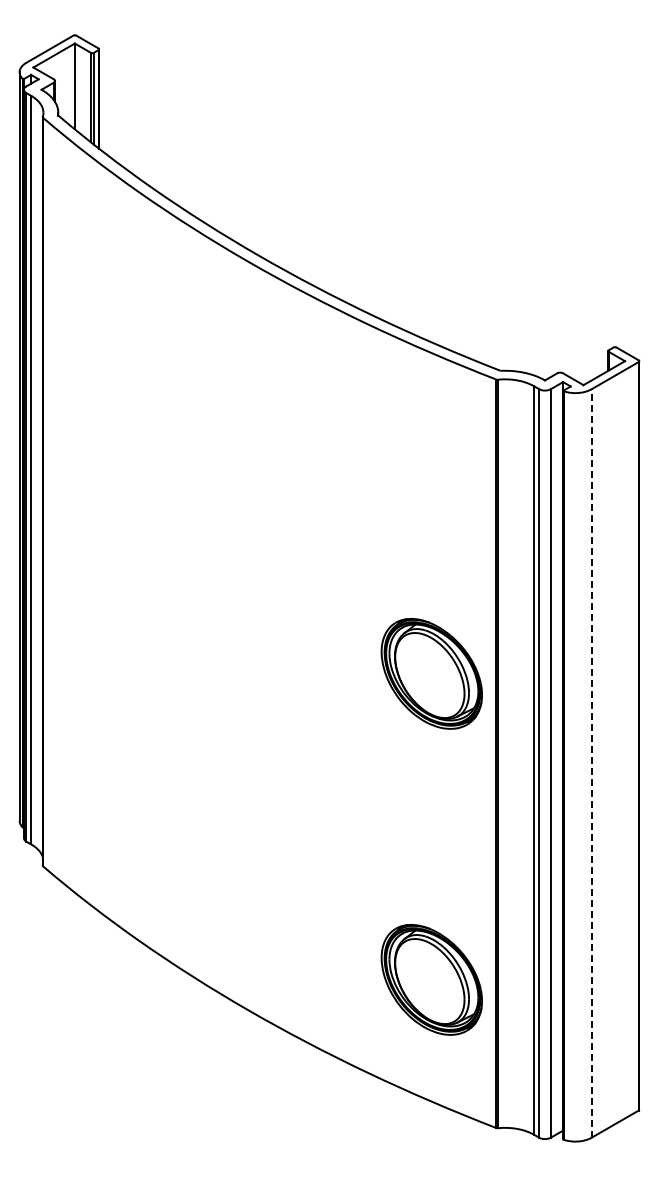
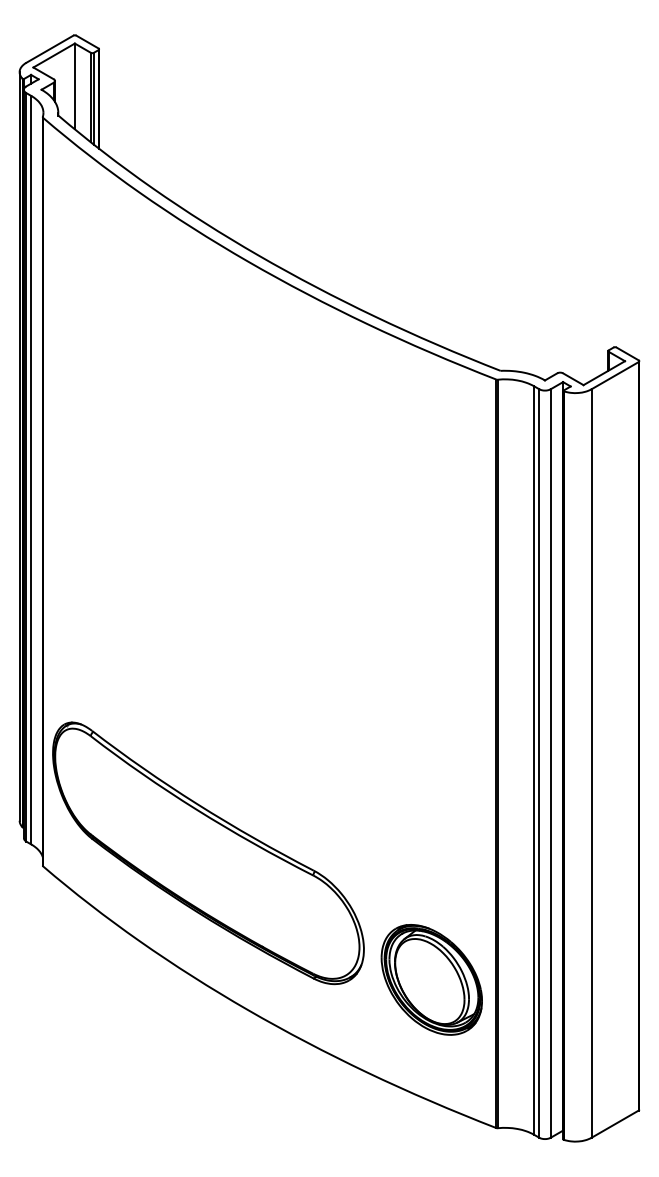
part at (431, 673): present -> none
line at (591, 762): dashed -> solid
part at (208, 853): none -> present
